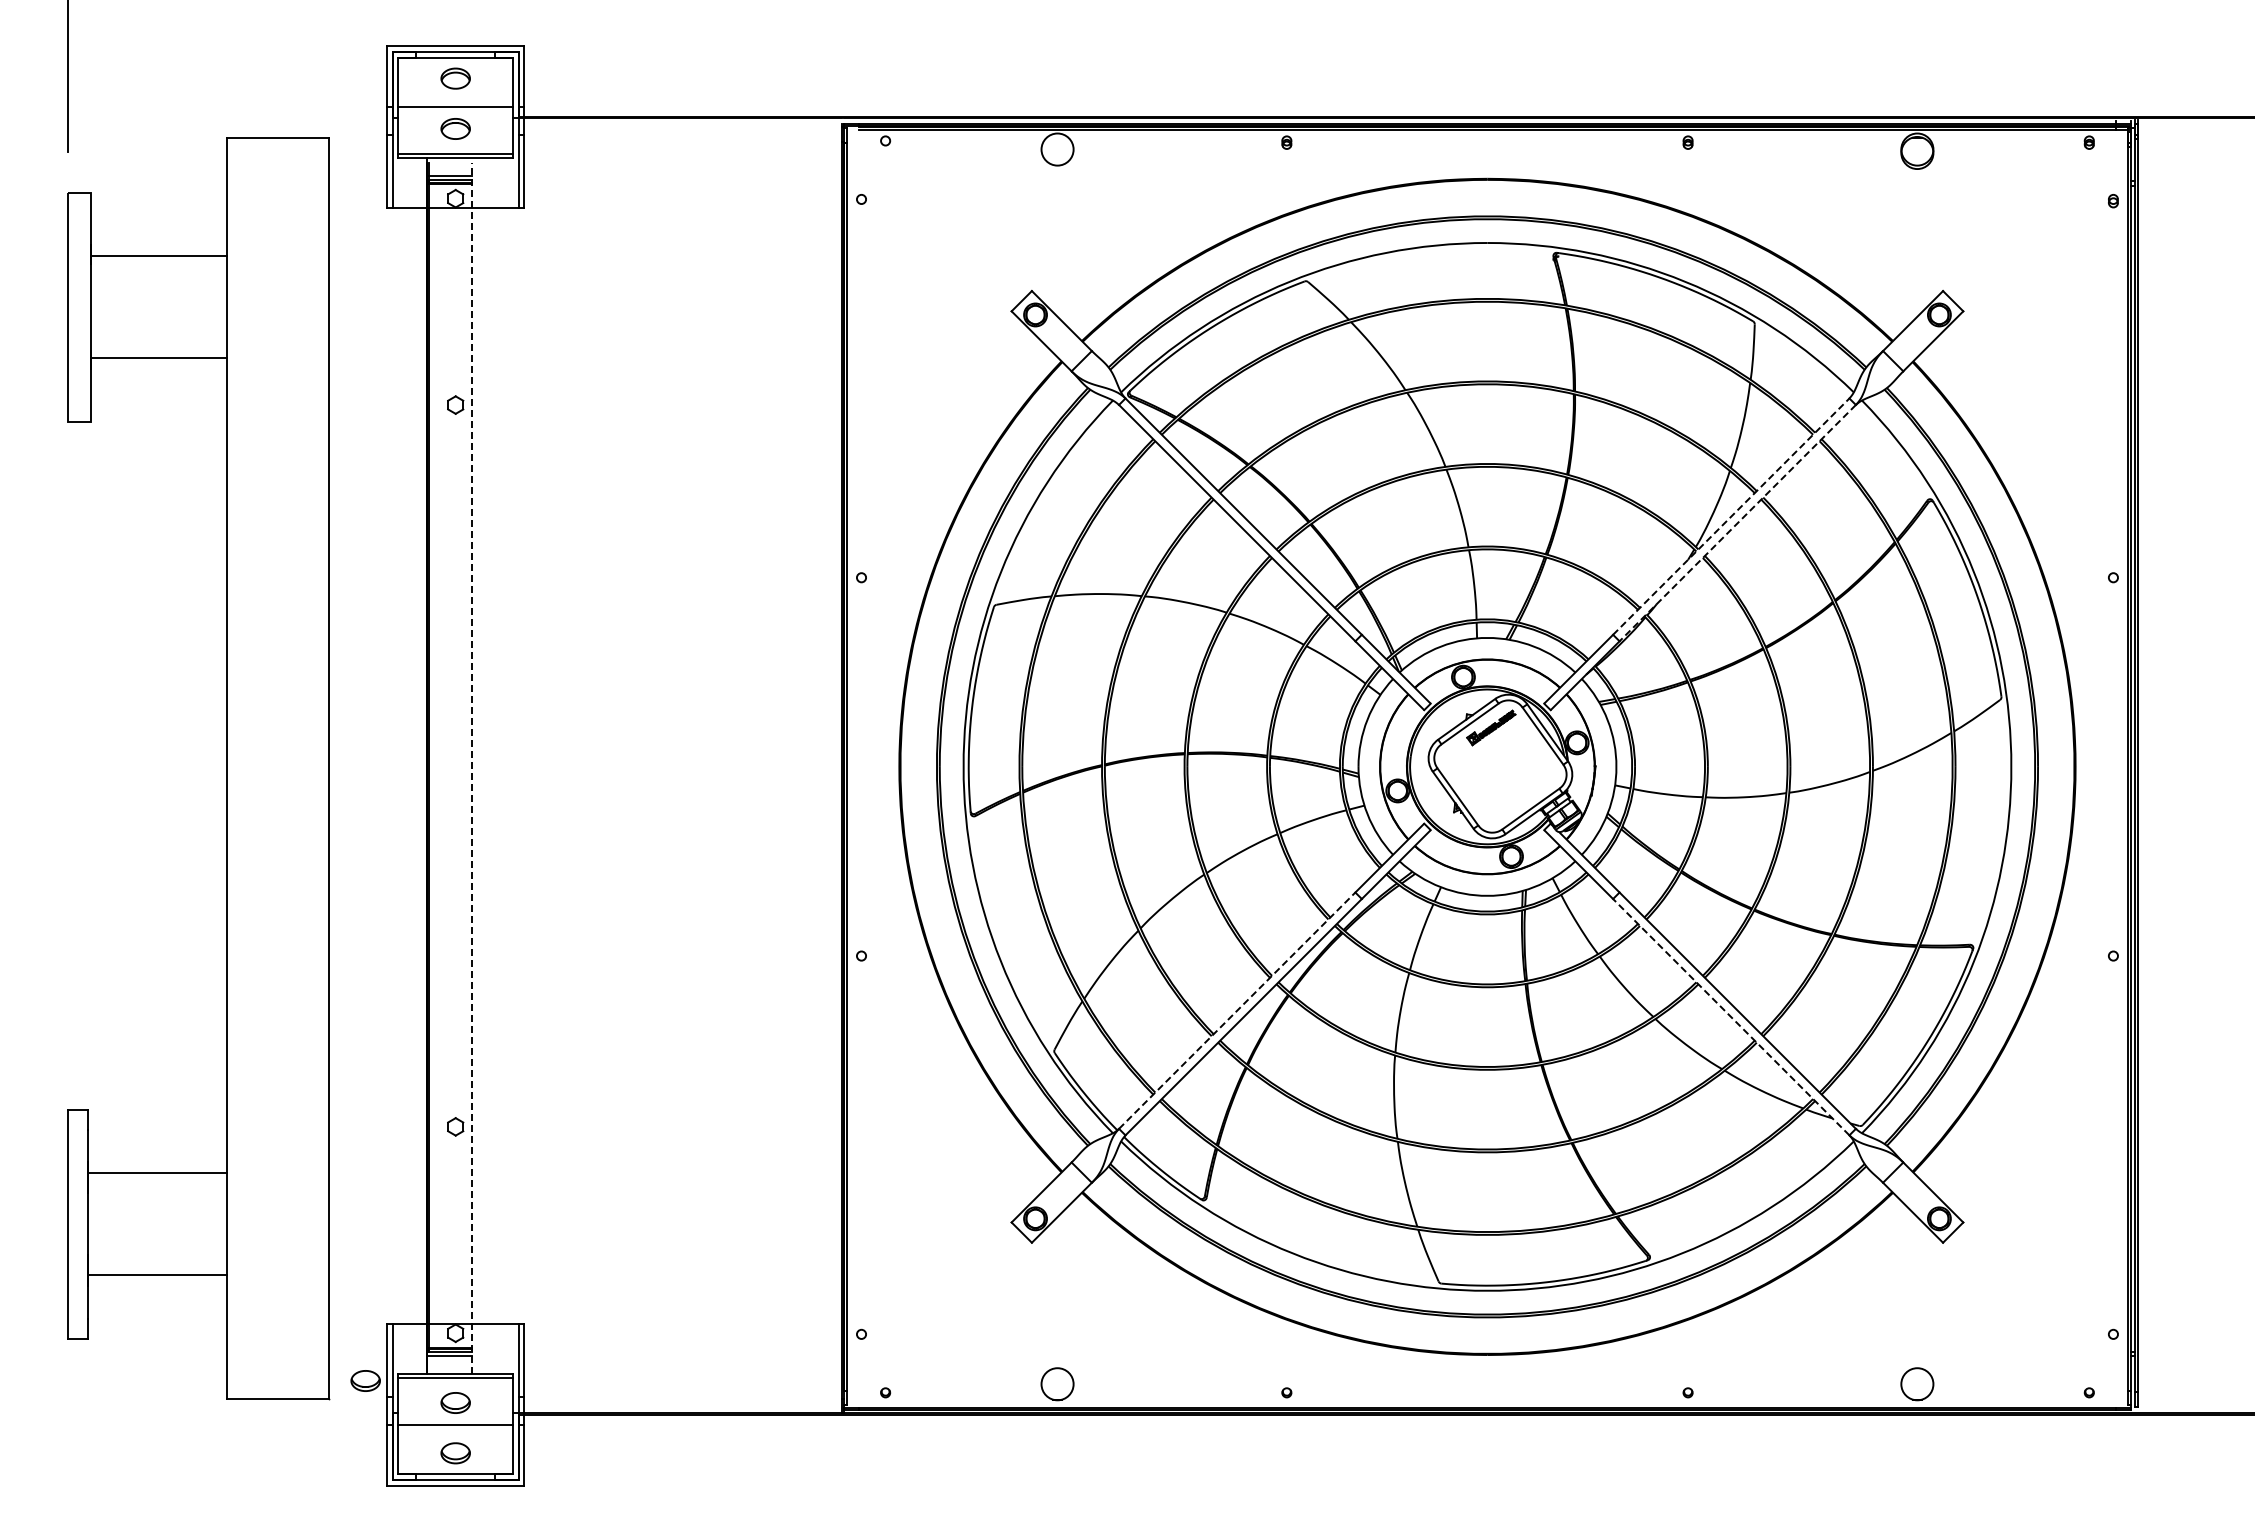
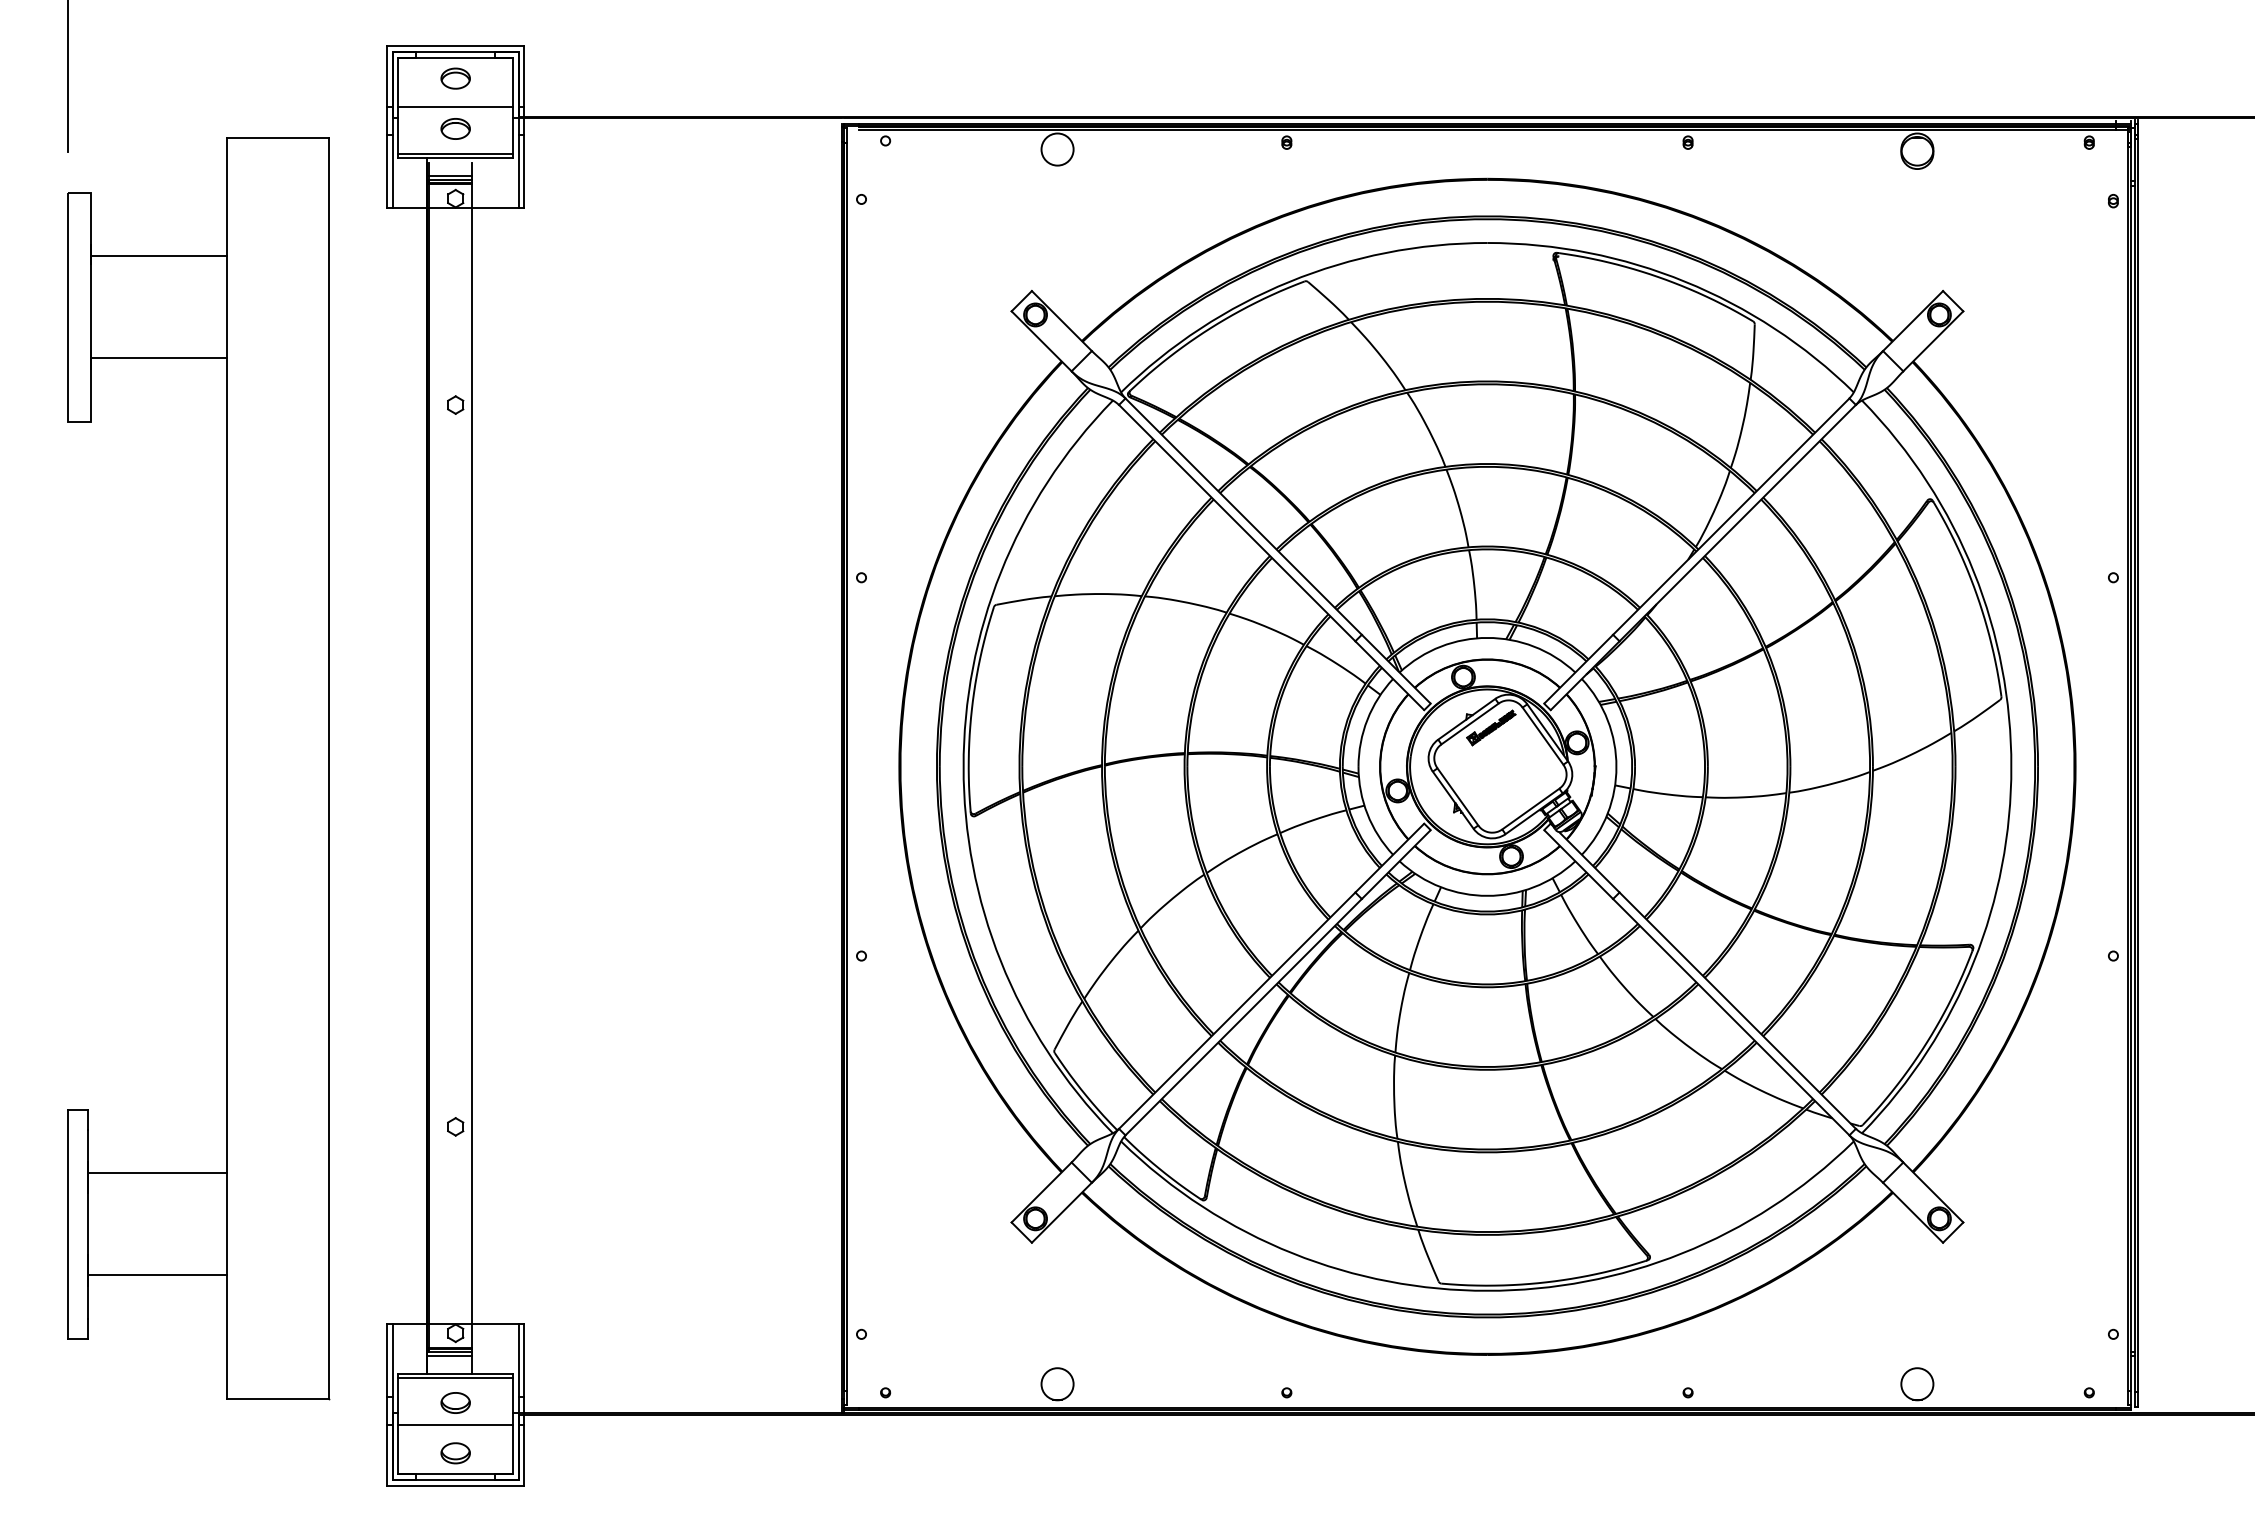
line at (1731, 516): dashed -> solid
line at (1737, 523): dashed -> solid
line at (471, 768): dashed -> solid
line at (1237, 1010): dashed -> solid
line at (1730, 1016): dashed -> solid
part at (365, 1380): present -> none
